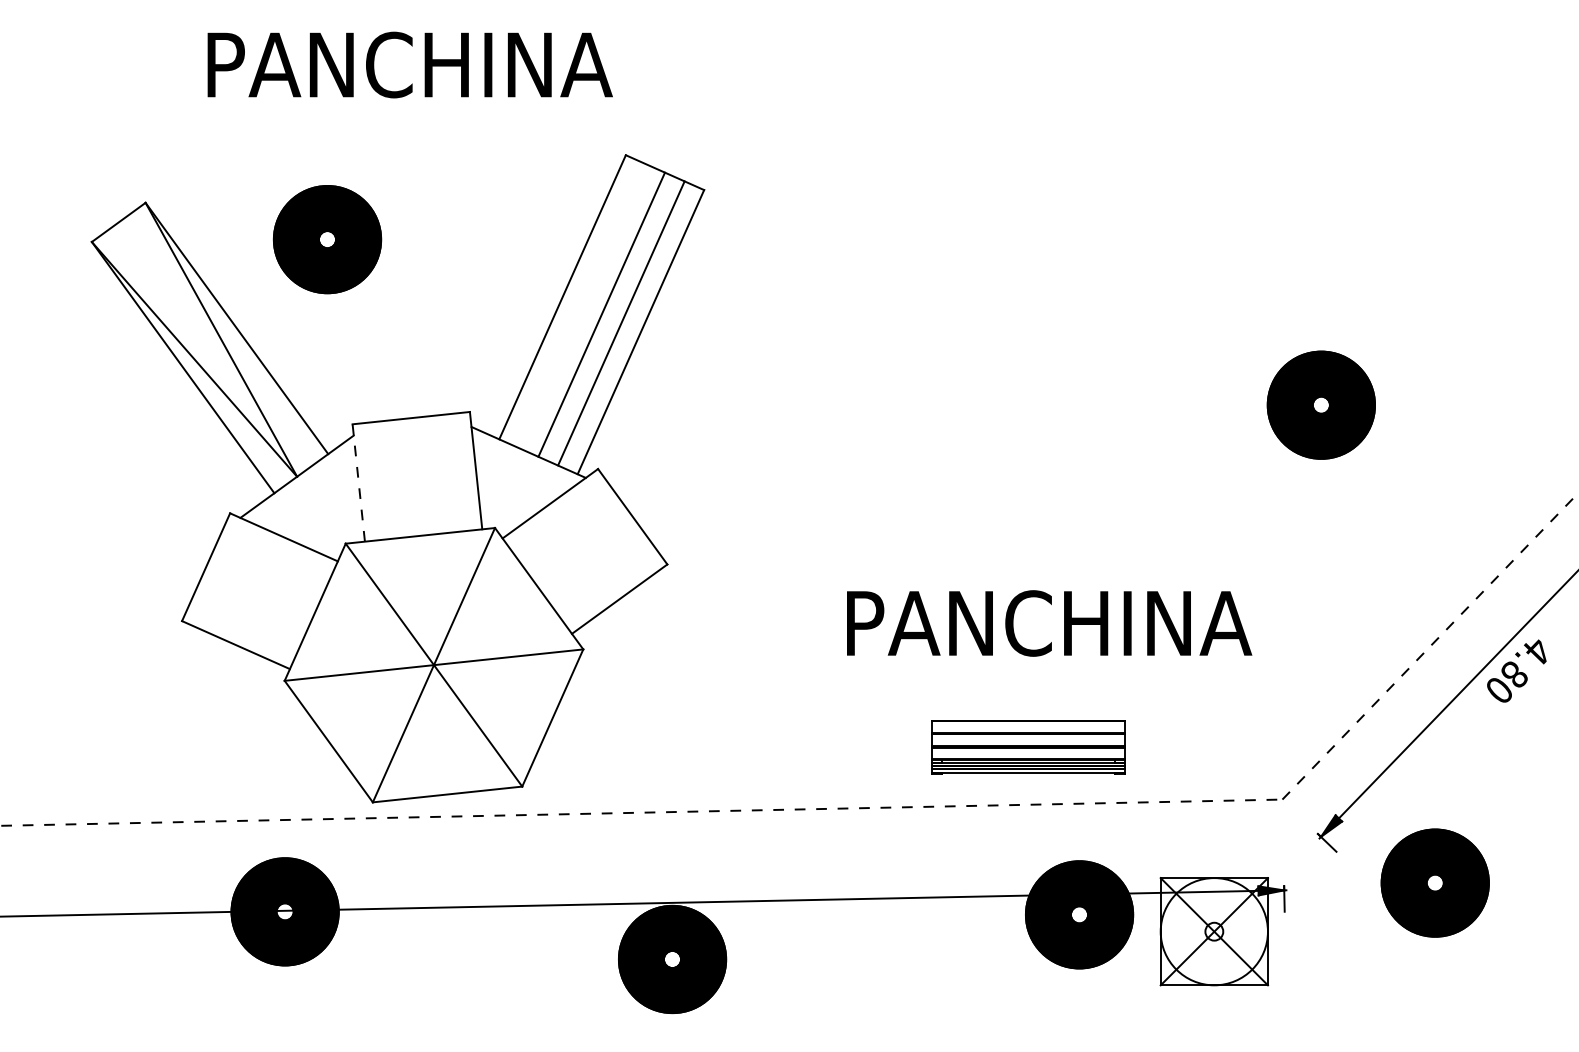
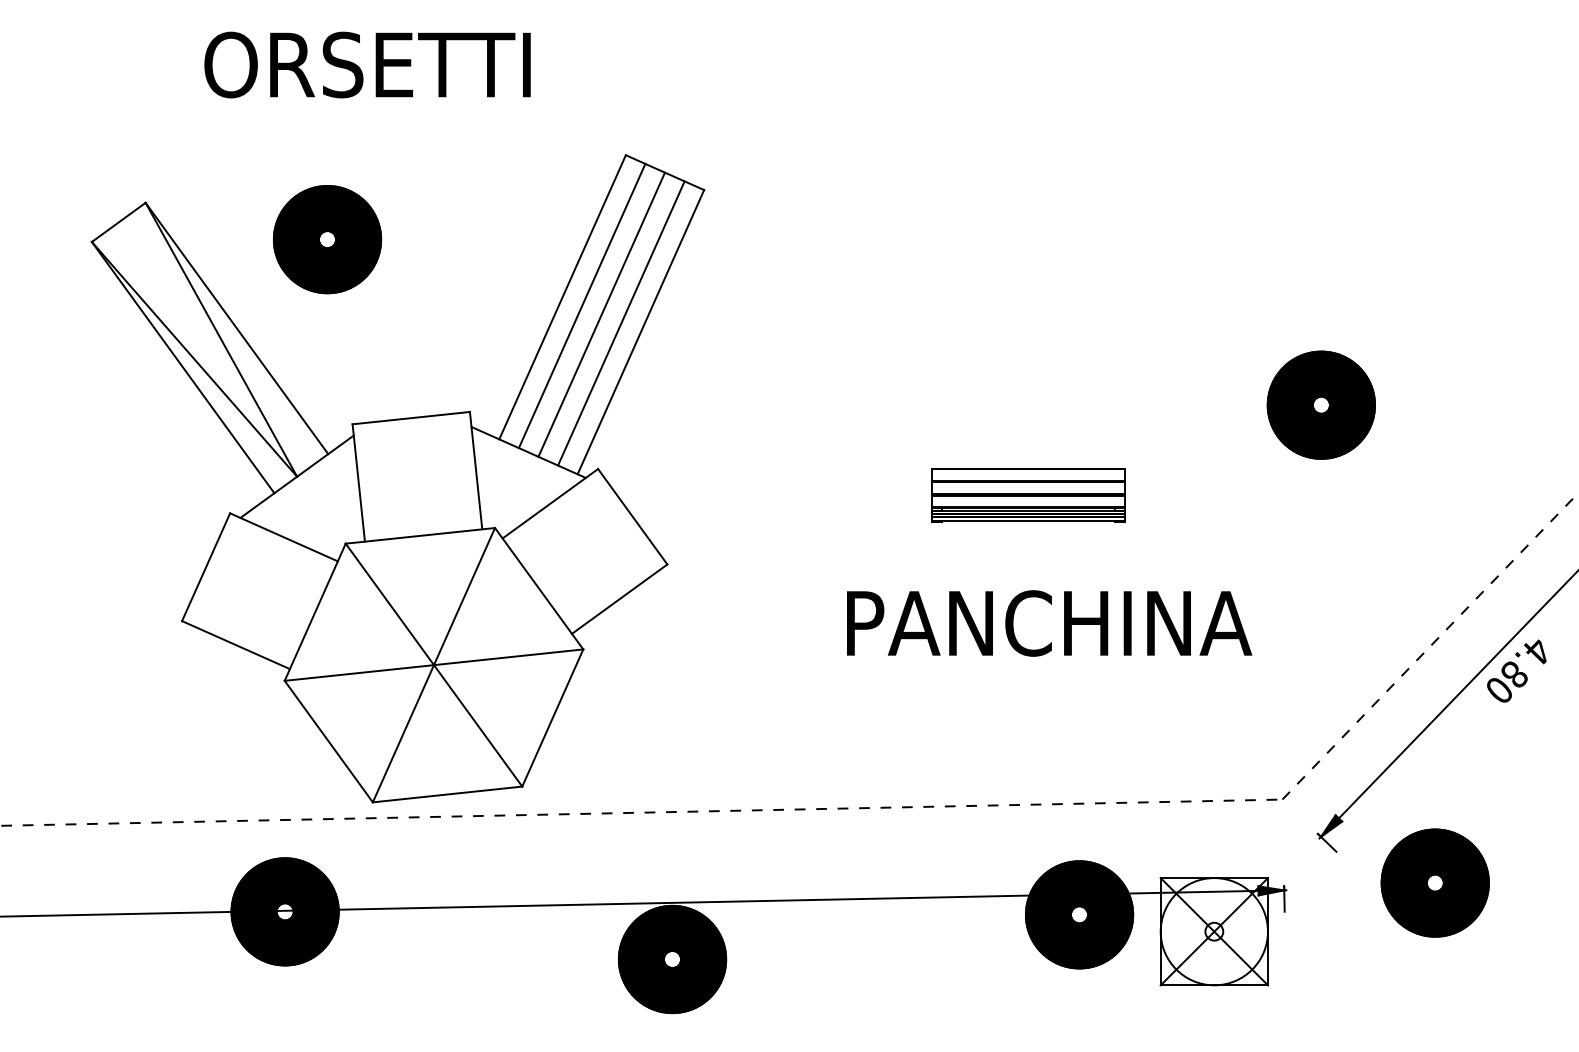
text at (408, 64): PANCHINA -> ORSETTI
line at (581, 305): none -> present
line at (358, 482): dashed -> solid
part at (1028, 747) position: (1028, 747) -> (1028, 495)
